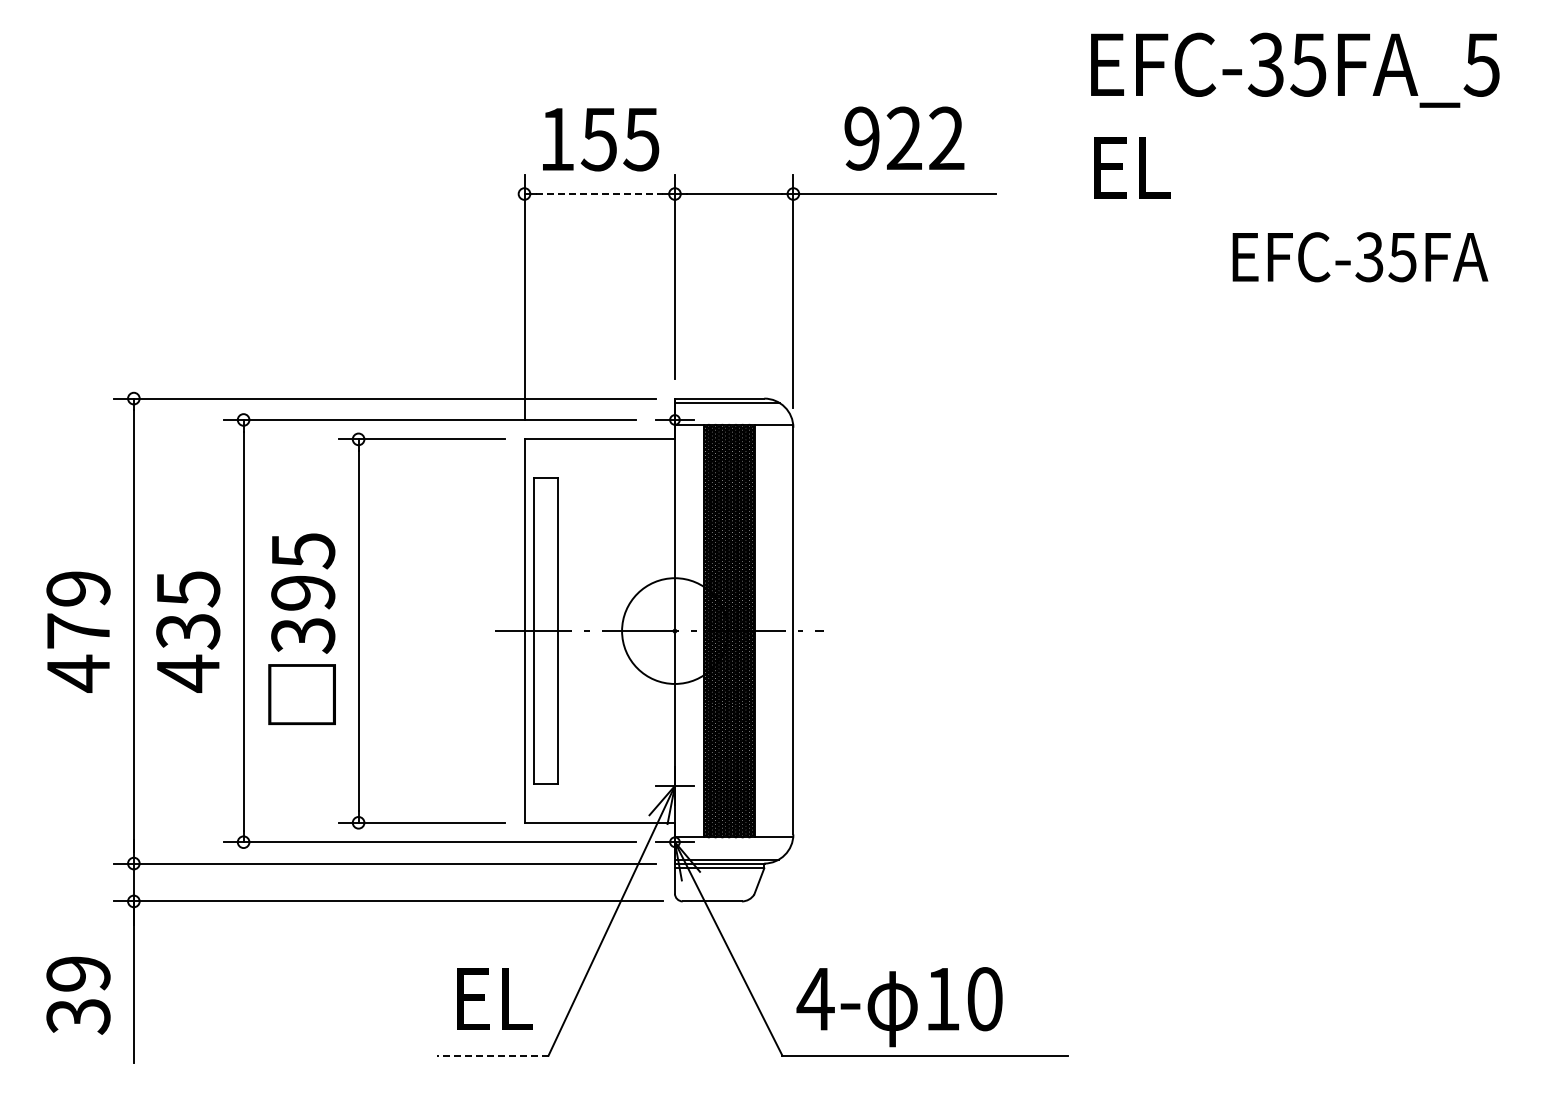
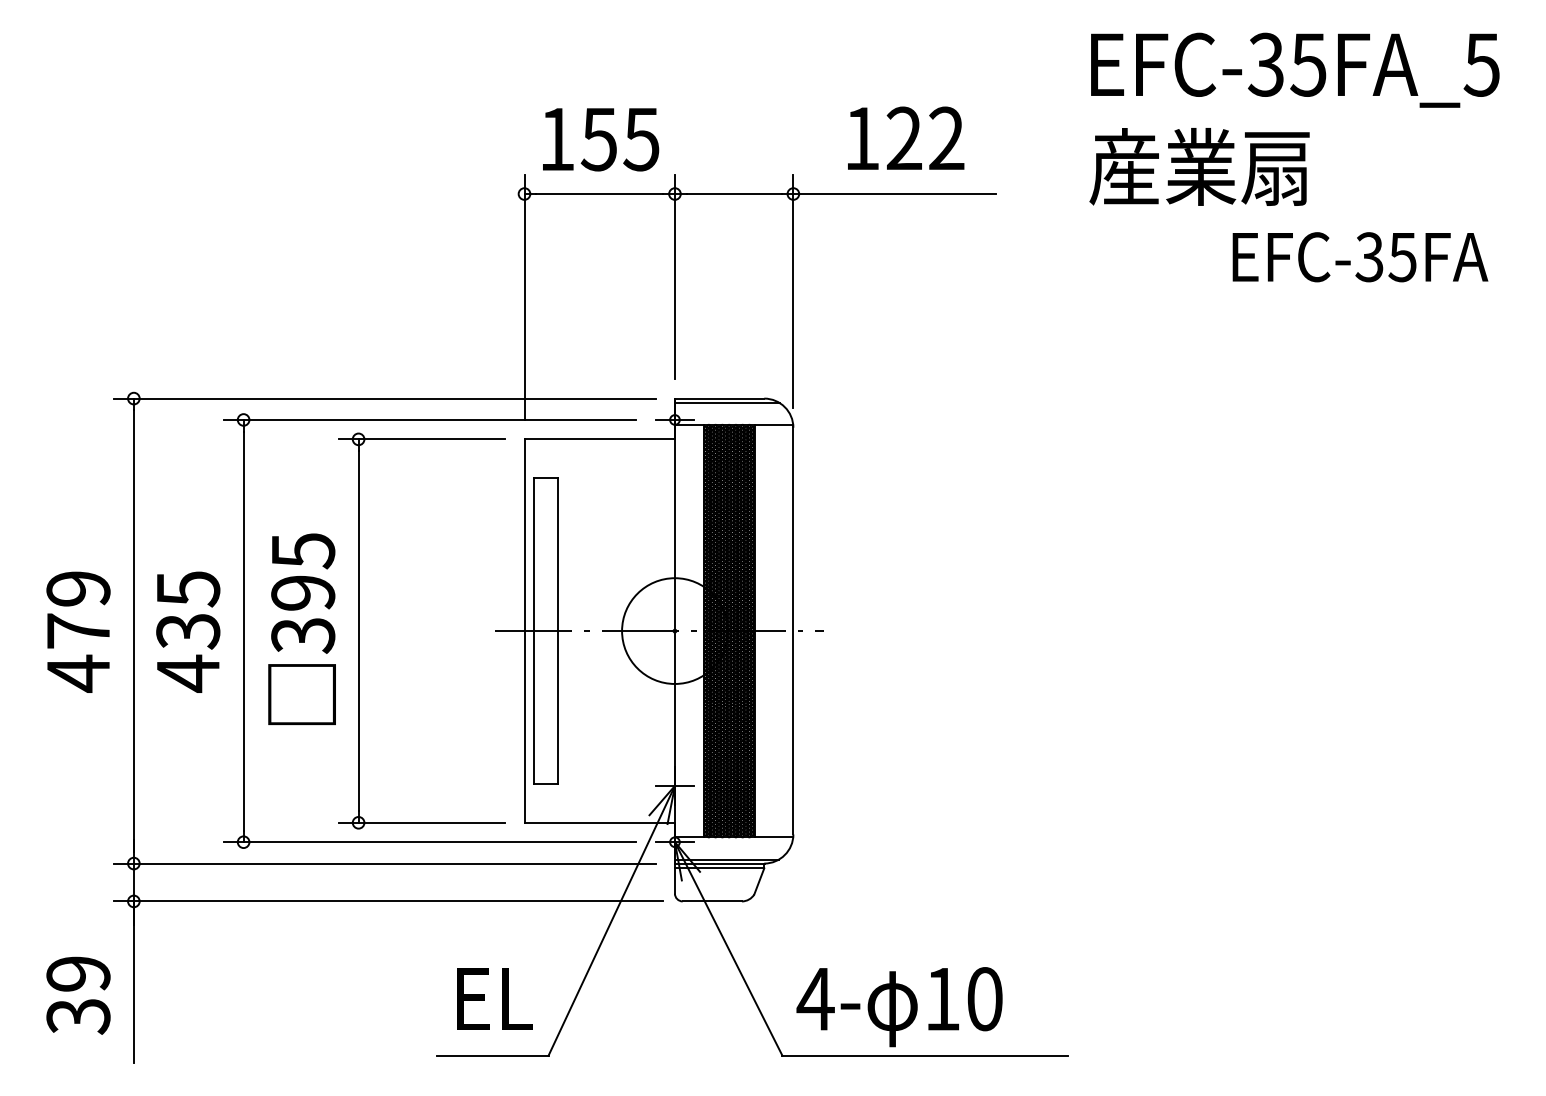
text at (861, 138): 922 -> 122
text at (1199, 166): EL -> 産業扇
line at (599, 194): dashed -> solid
line at (492, 1055): dashed -> solid
